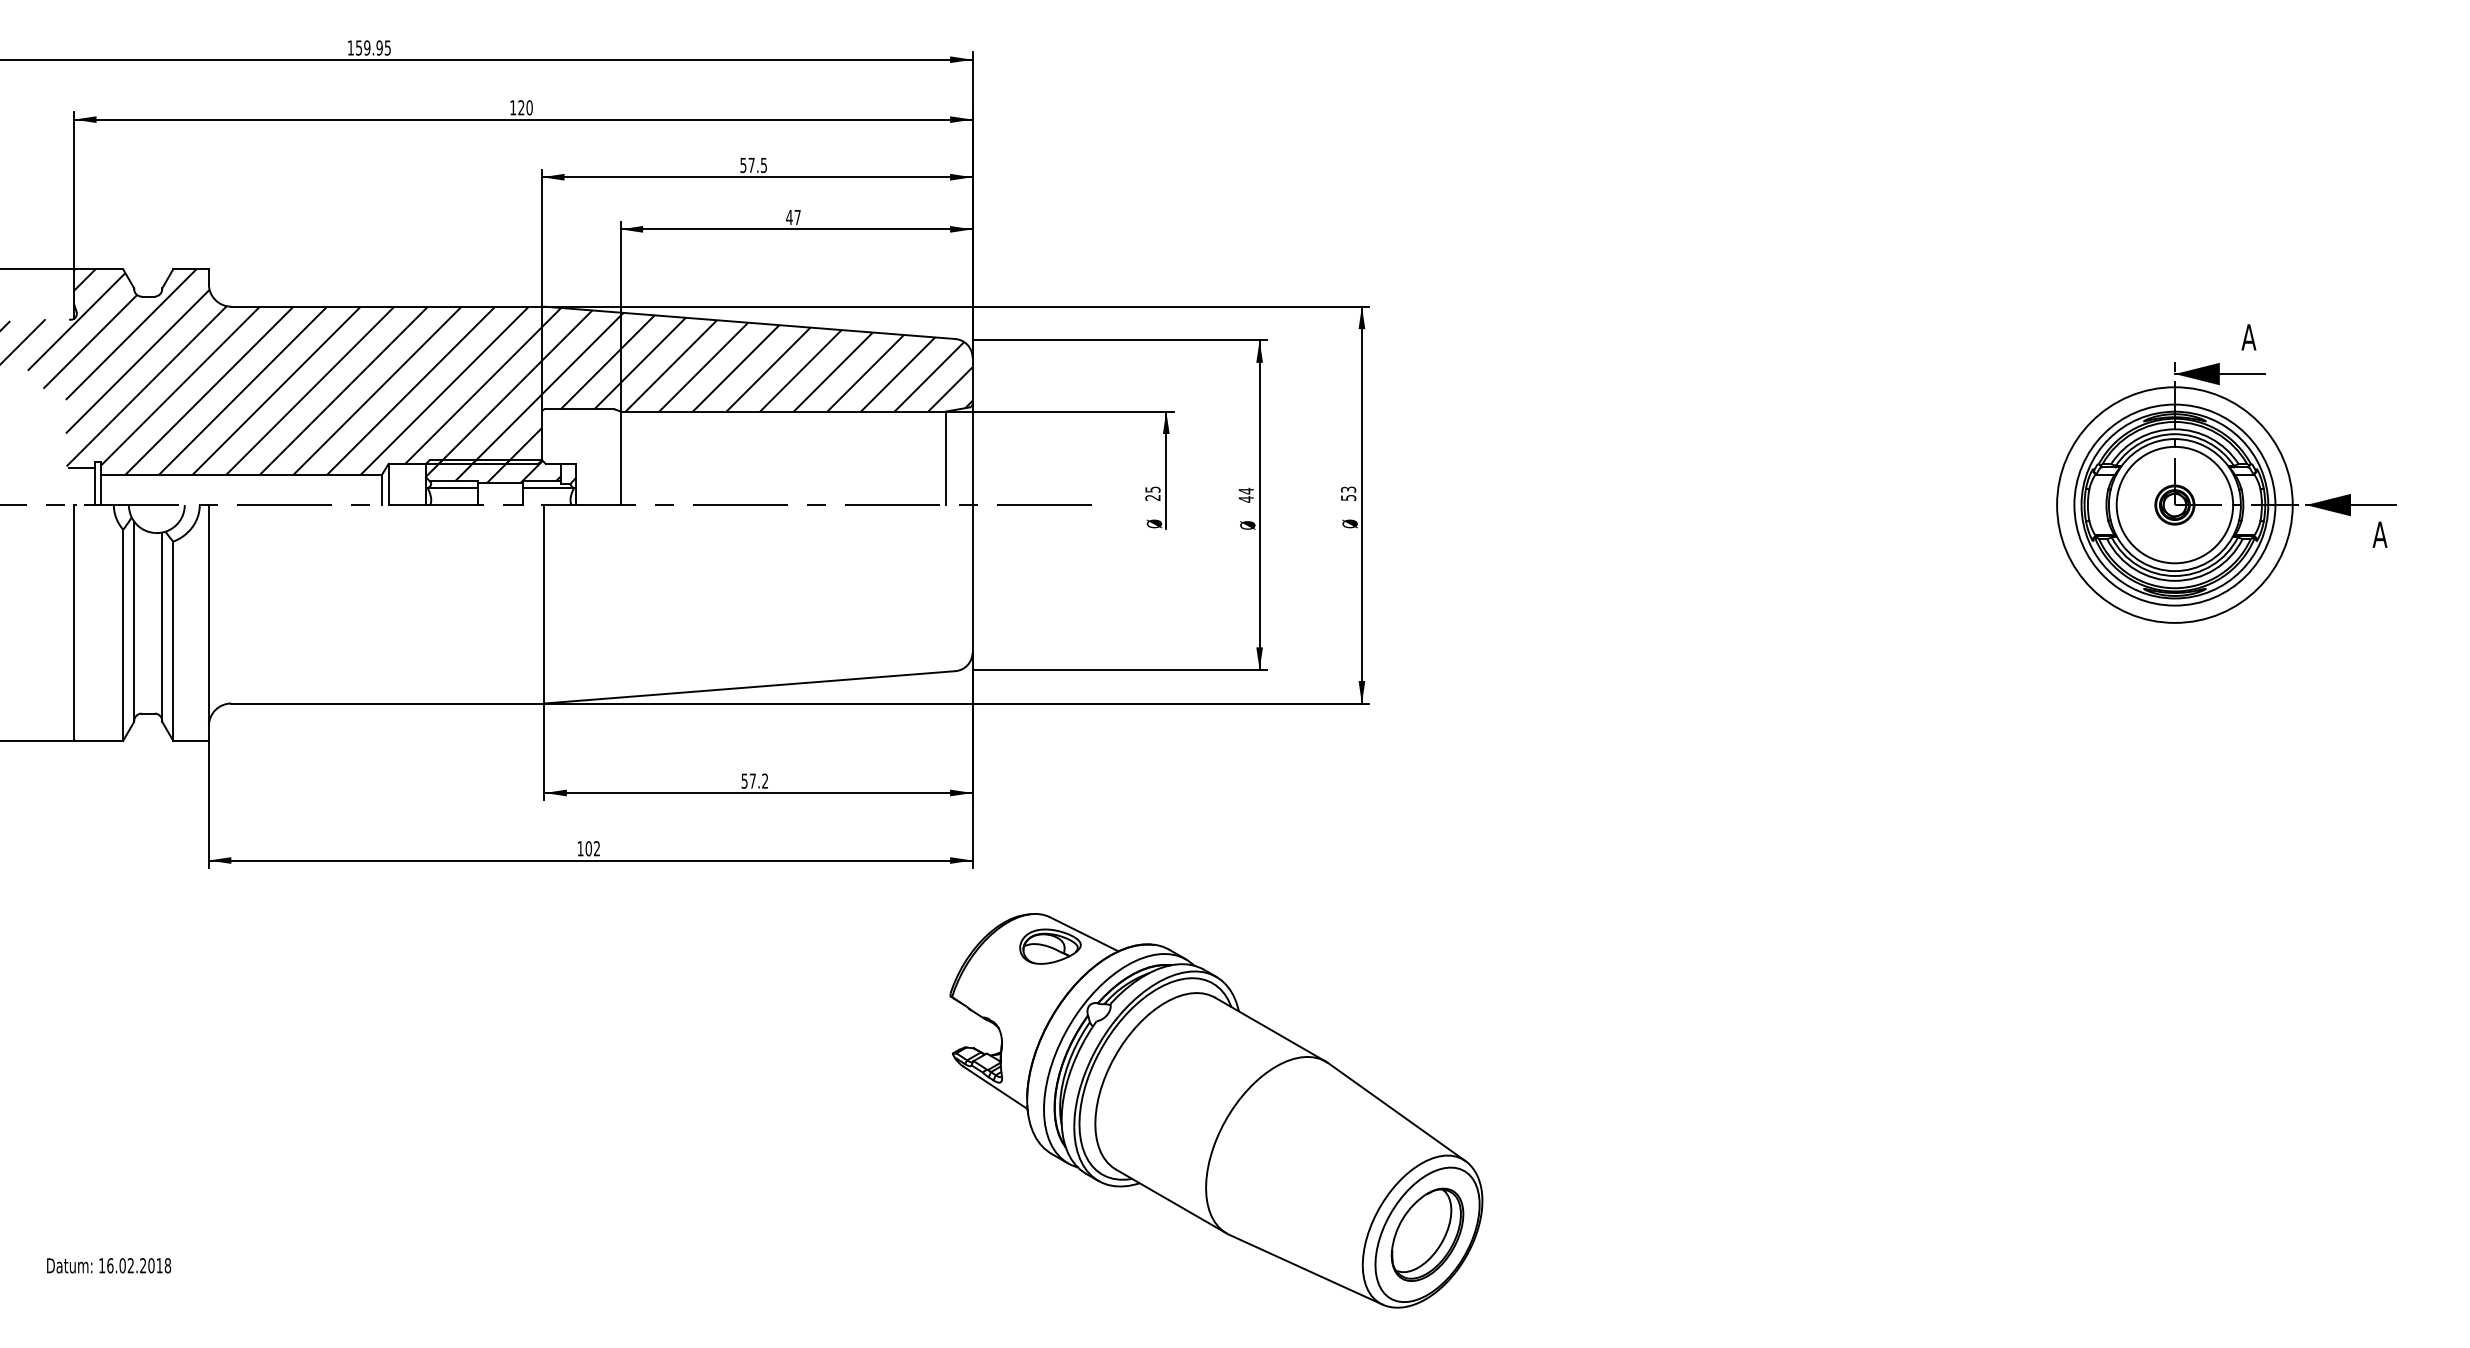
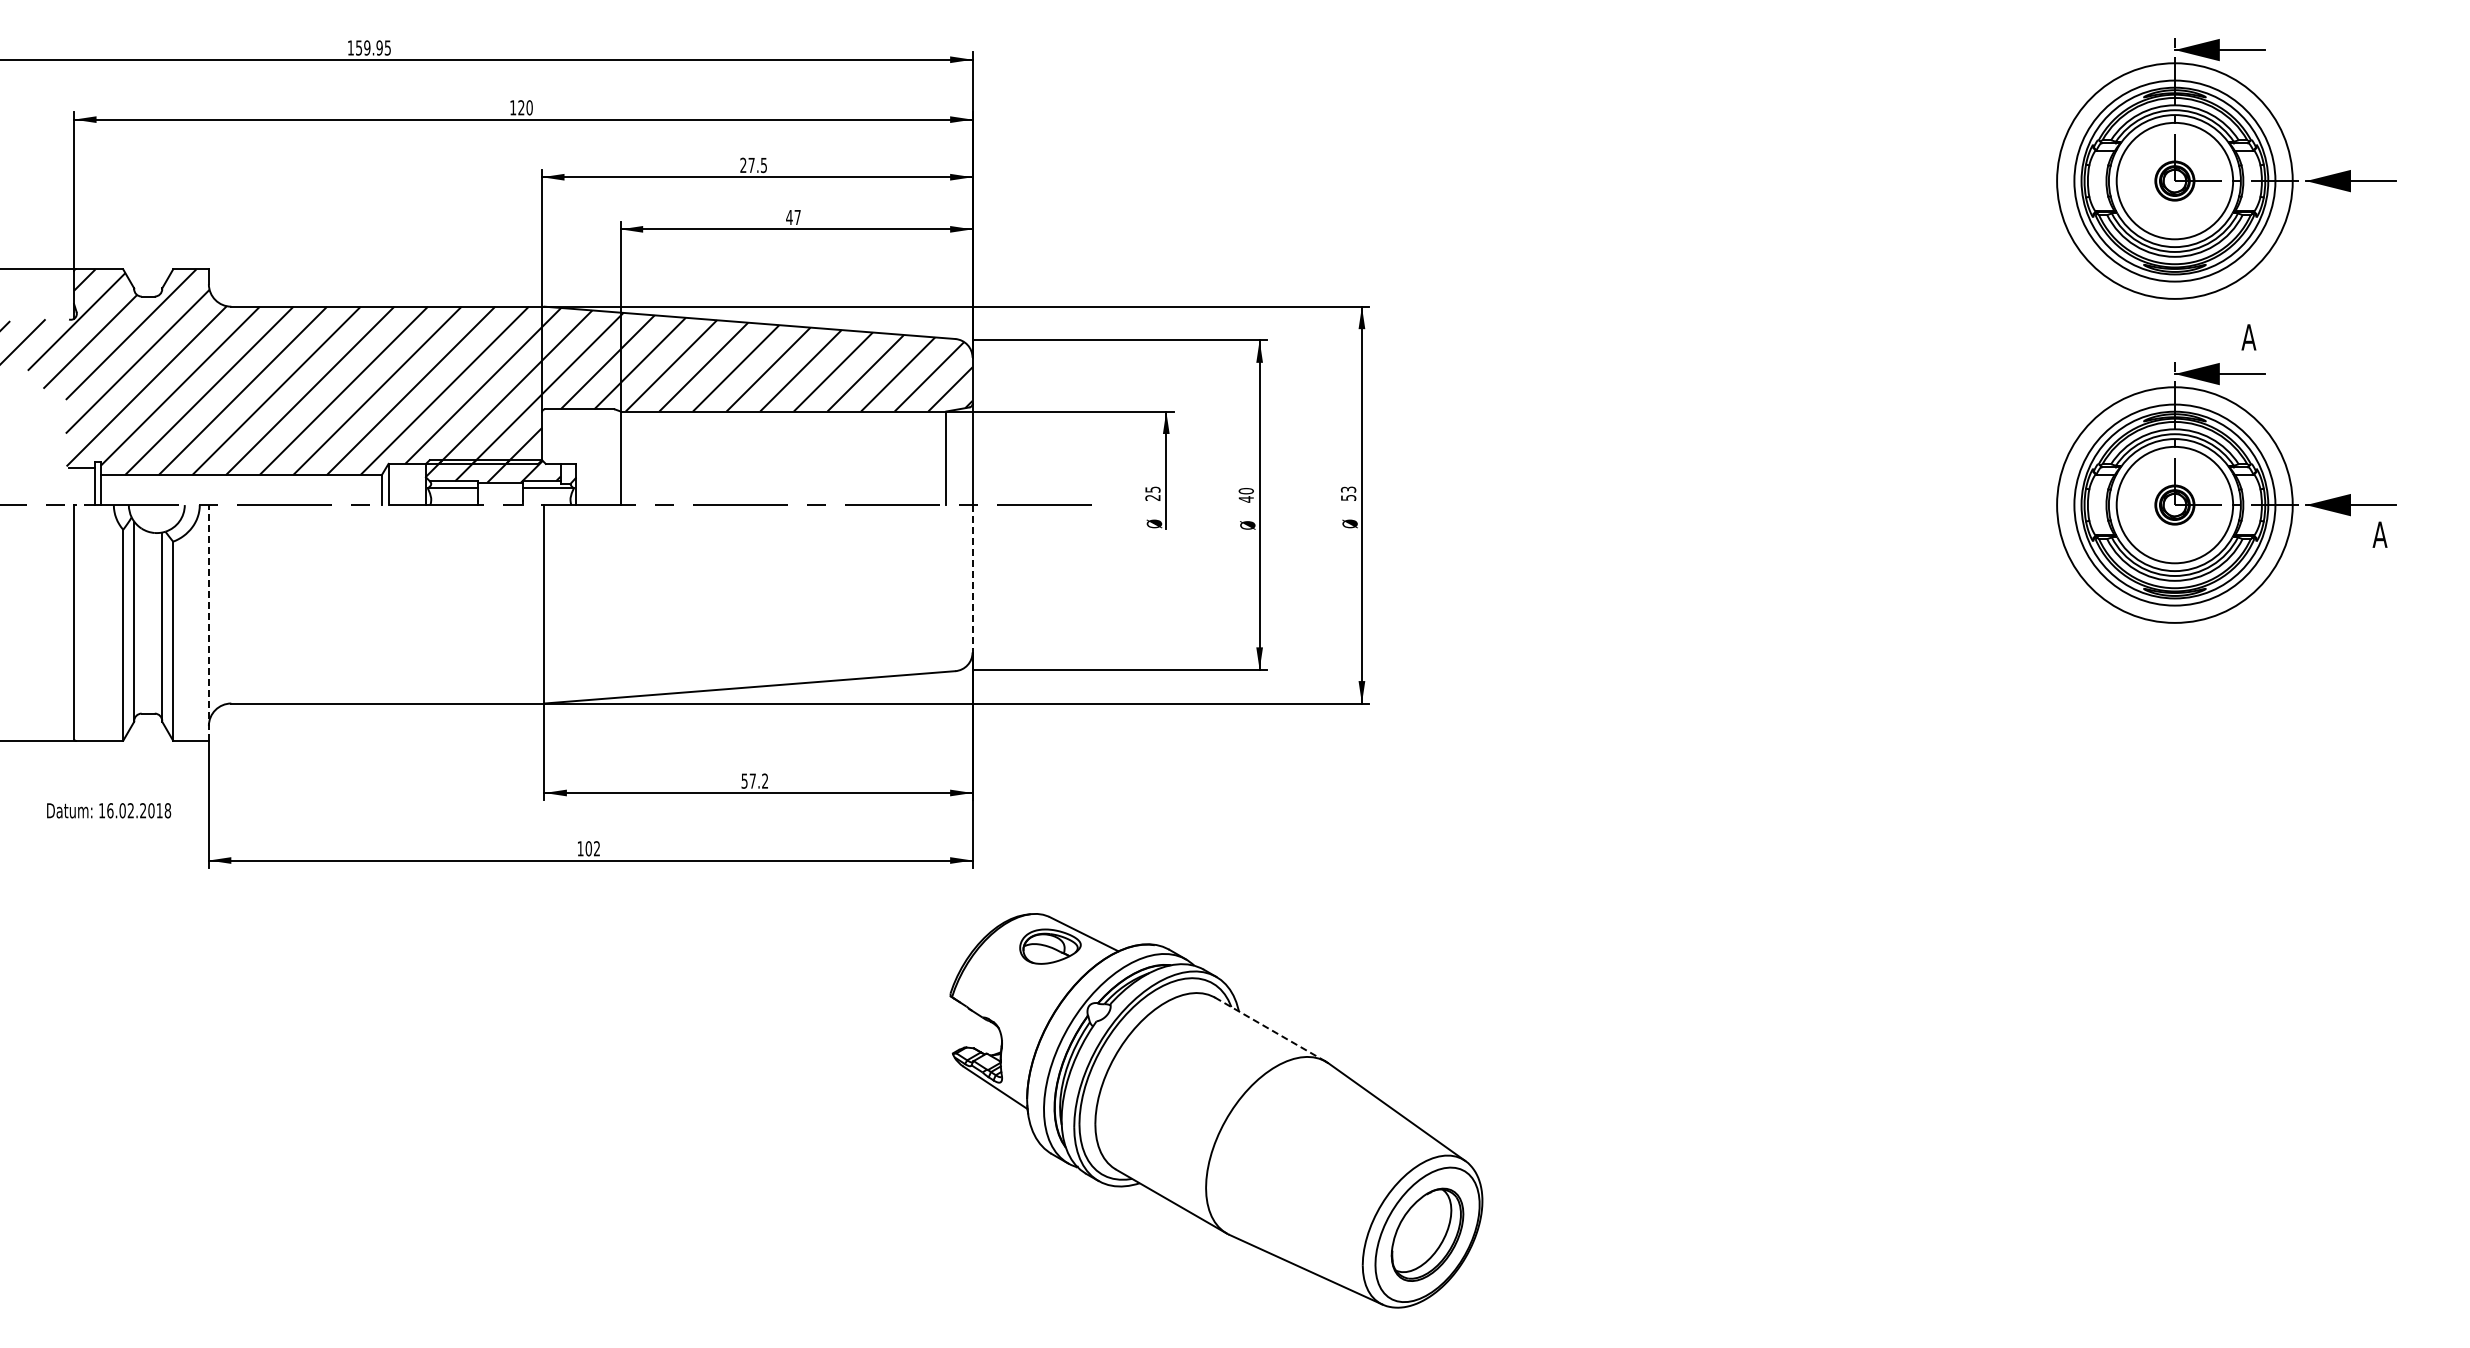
text at (743, 165): 57.5 -> 27.5
part at (2226, 168): none -> present
text at (1245, 490): 44 -> 40
line at (972, 578): solid -> dashed
line at (208, 622): solid -> dashed
line at (1270, 1029): solid -> dashed
text at (109, 1265) position: (109, 1265) -> (109, 810)
